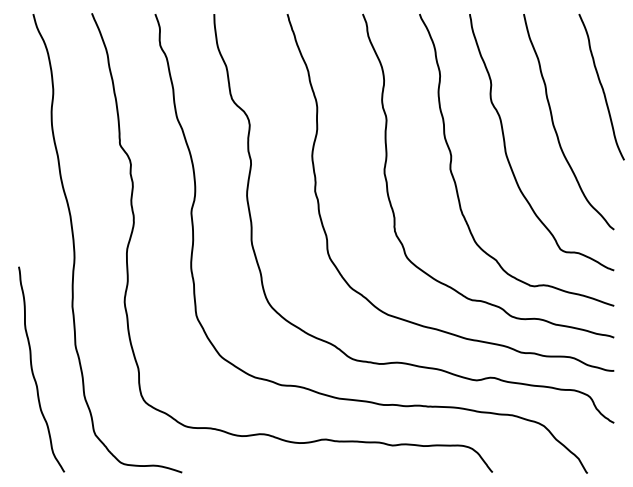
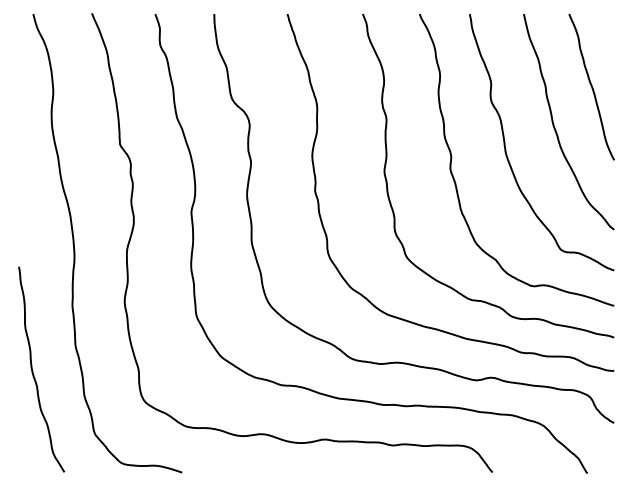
curve at (601, 86) position: (601, 86) -> (591, 86)
